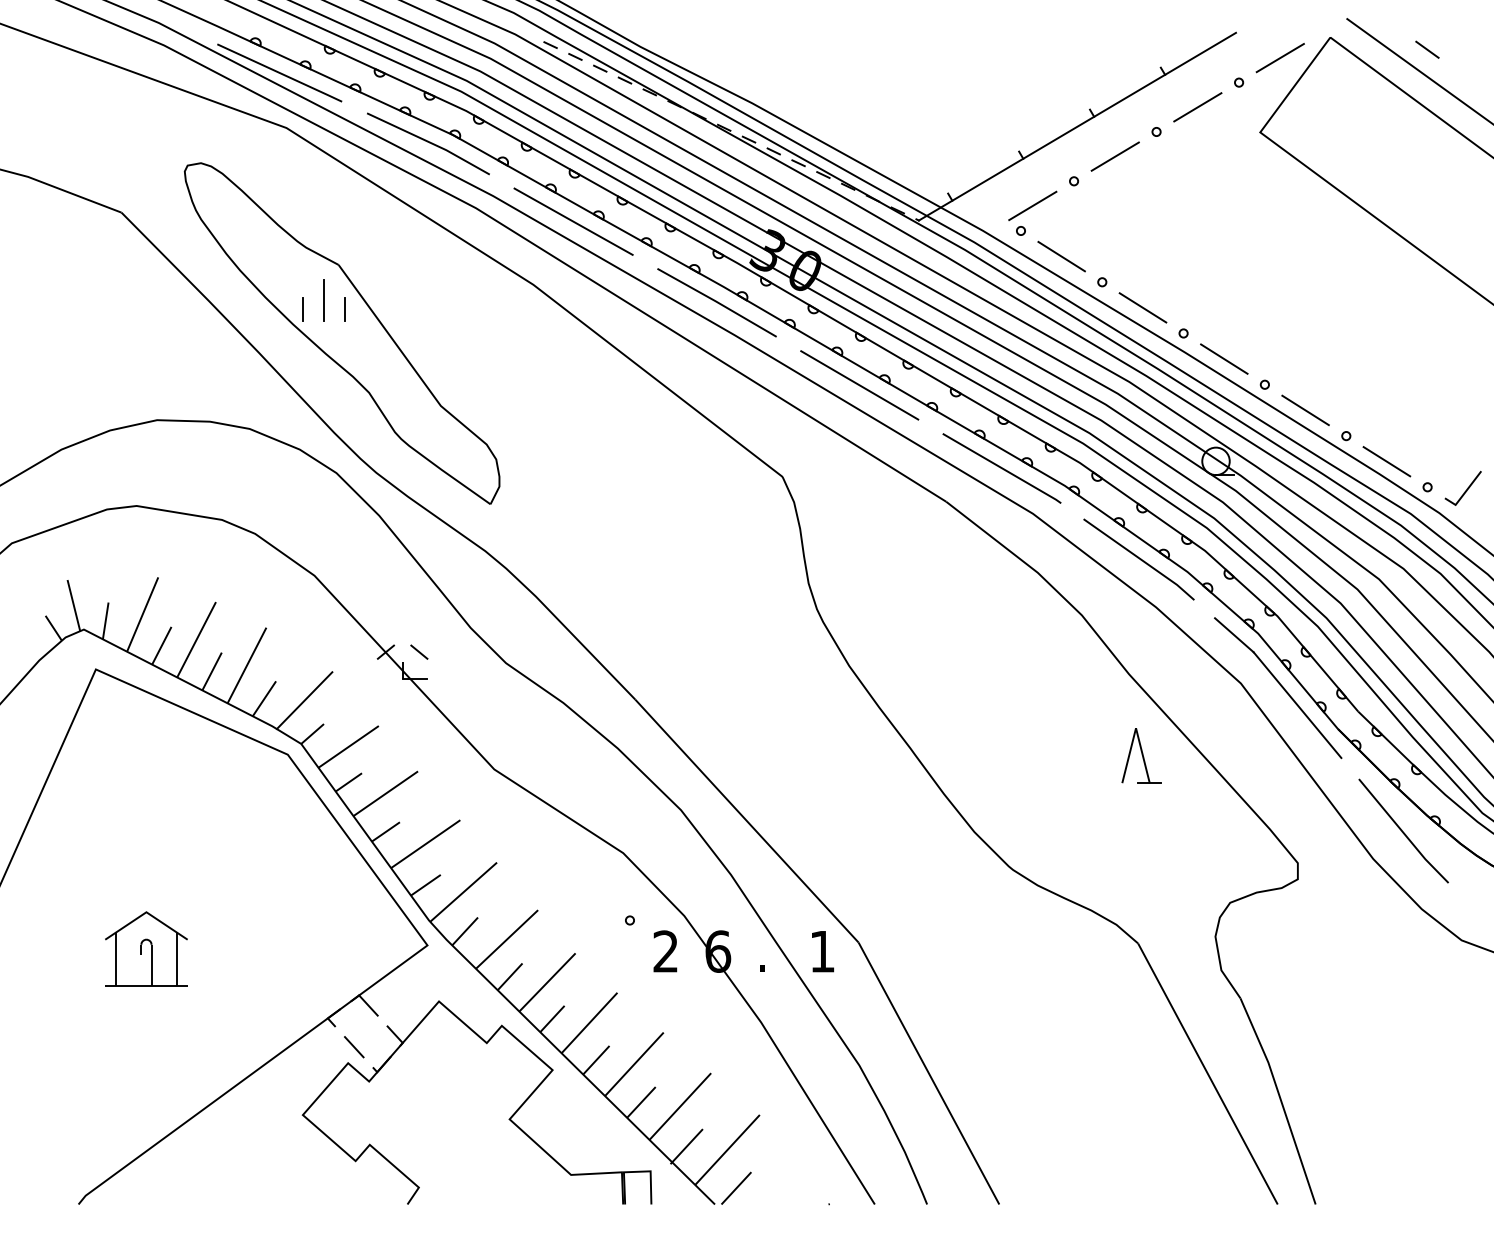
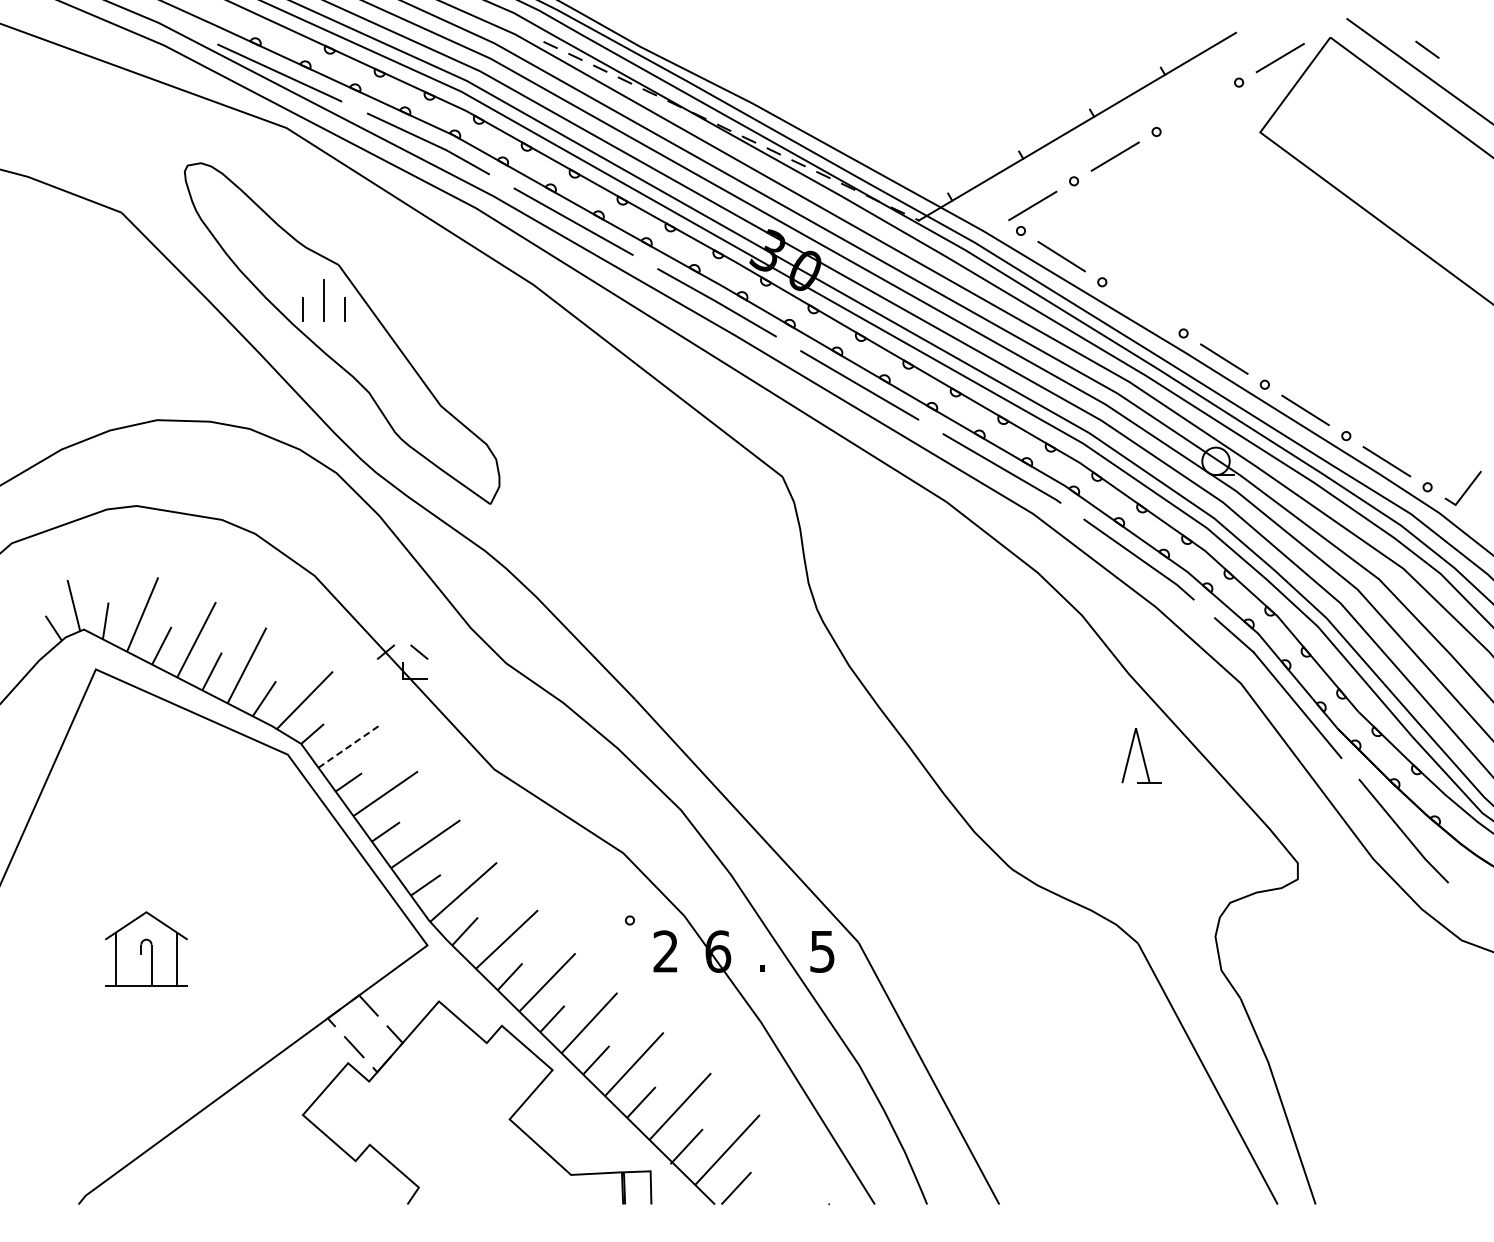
line at (1197, 107): present -> none
line at (1142, 307): present -> none
line at (348, 746): solid -> dashed
text at (822, 951): 1 -> 5
